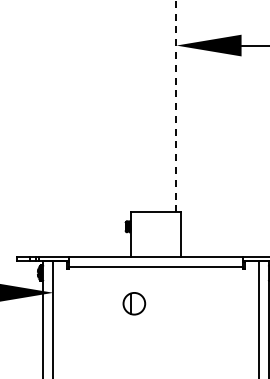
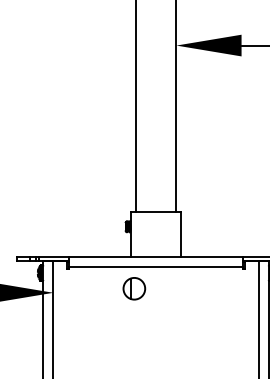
line at (176, 106): dashed -> solid
line at (135, 107): none -> present
part at (134, 303) position: (134, 303) -> (134, 288)
